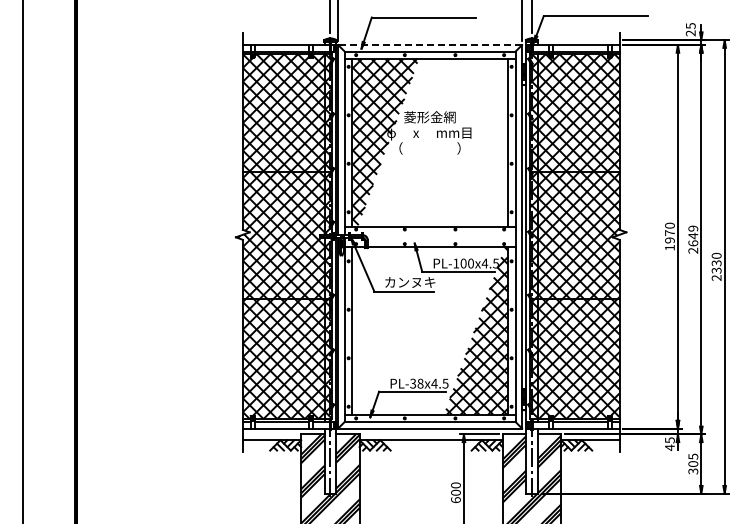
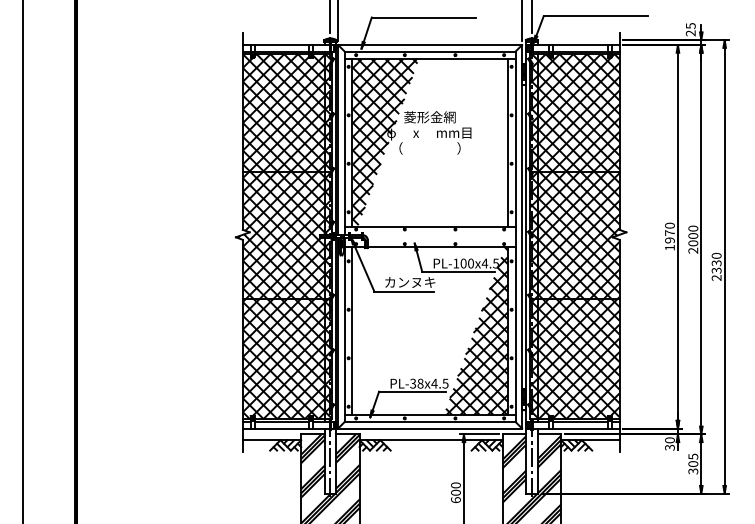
line at (430, 45): dashed -> solid
text at (693, 235): 2649 -> 2000
text at (669, 444): 45 -> 30
